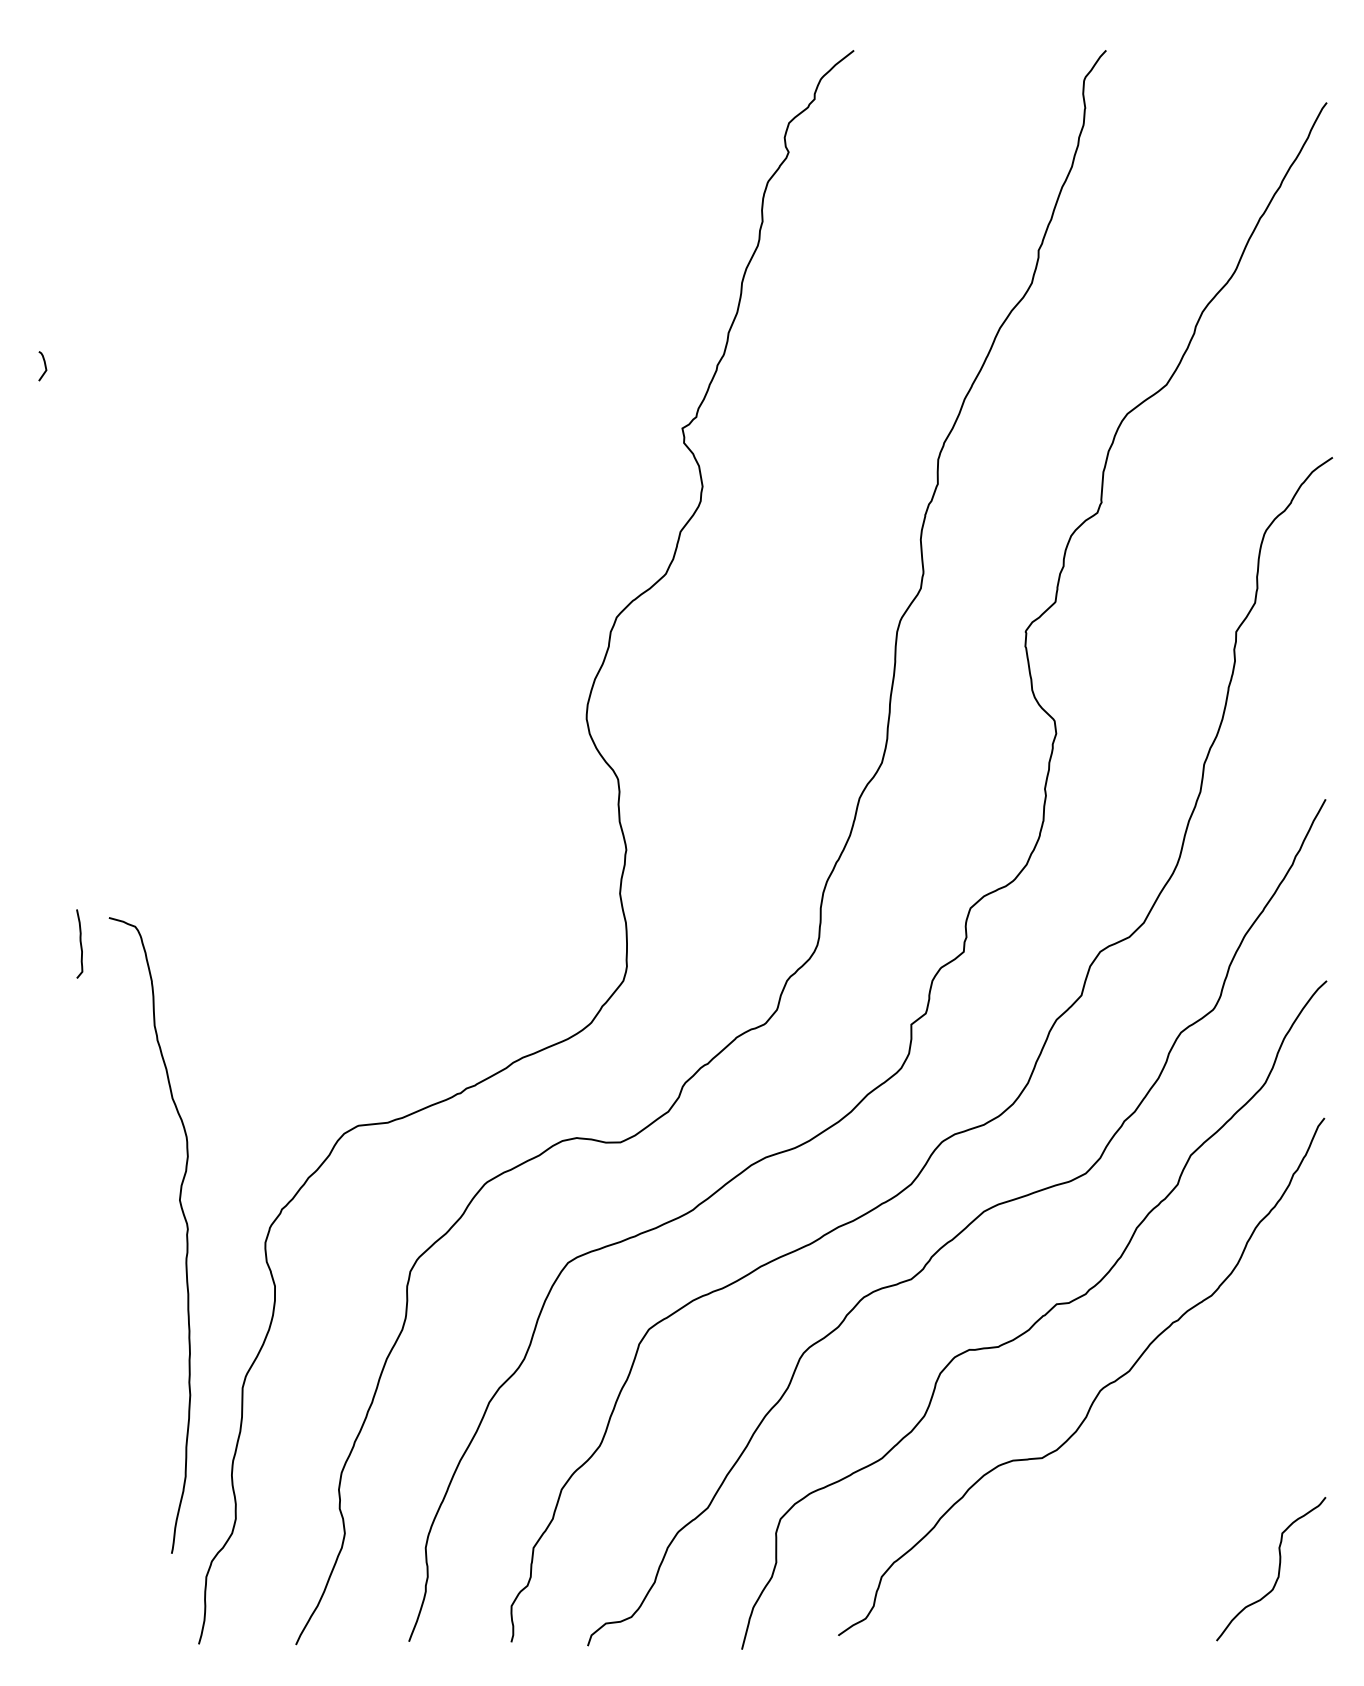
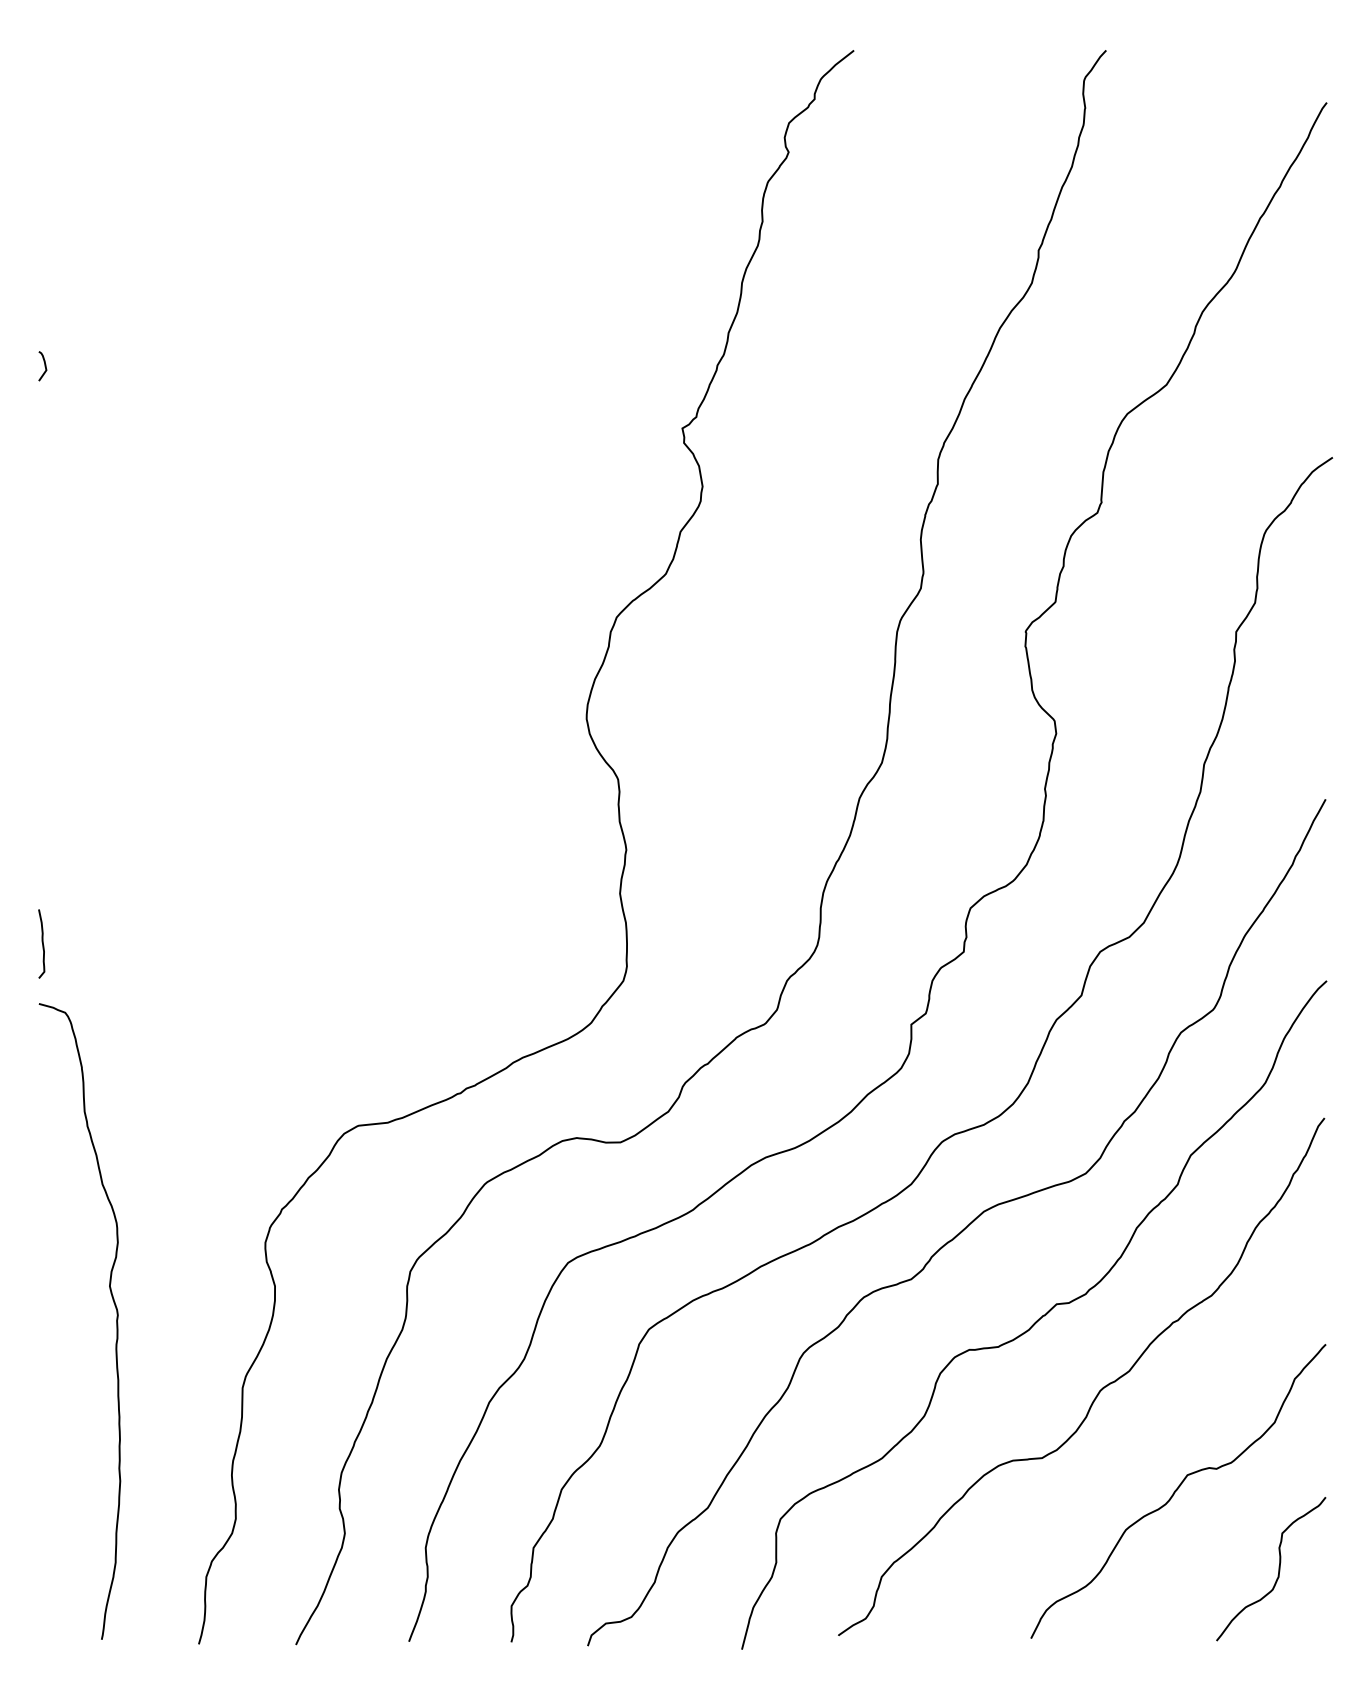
curve at (79, 942) position: (79, 942) -> (41, 942)
curve at (186, 1235) position: (186, 1235) -> (116, 1321)
curve at (1177, 1490): none -> present
